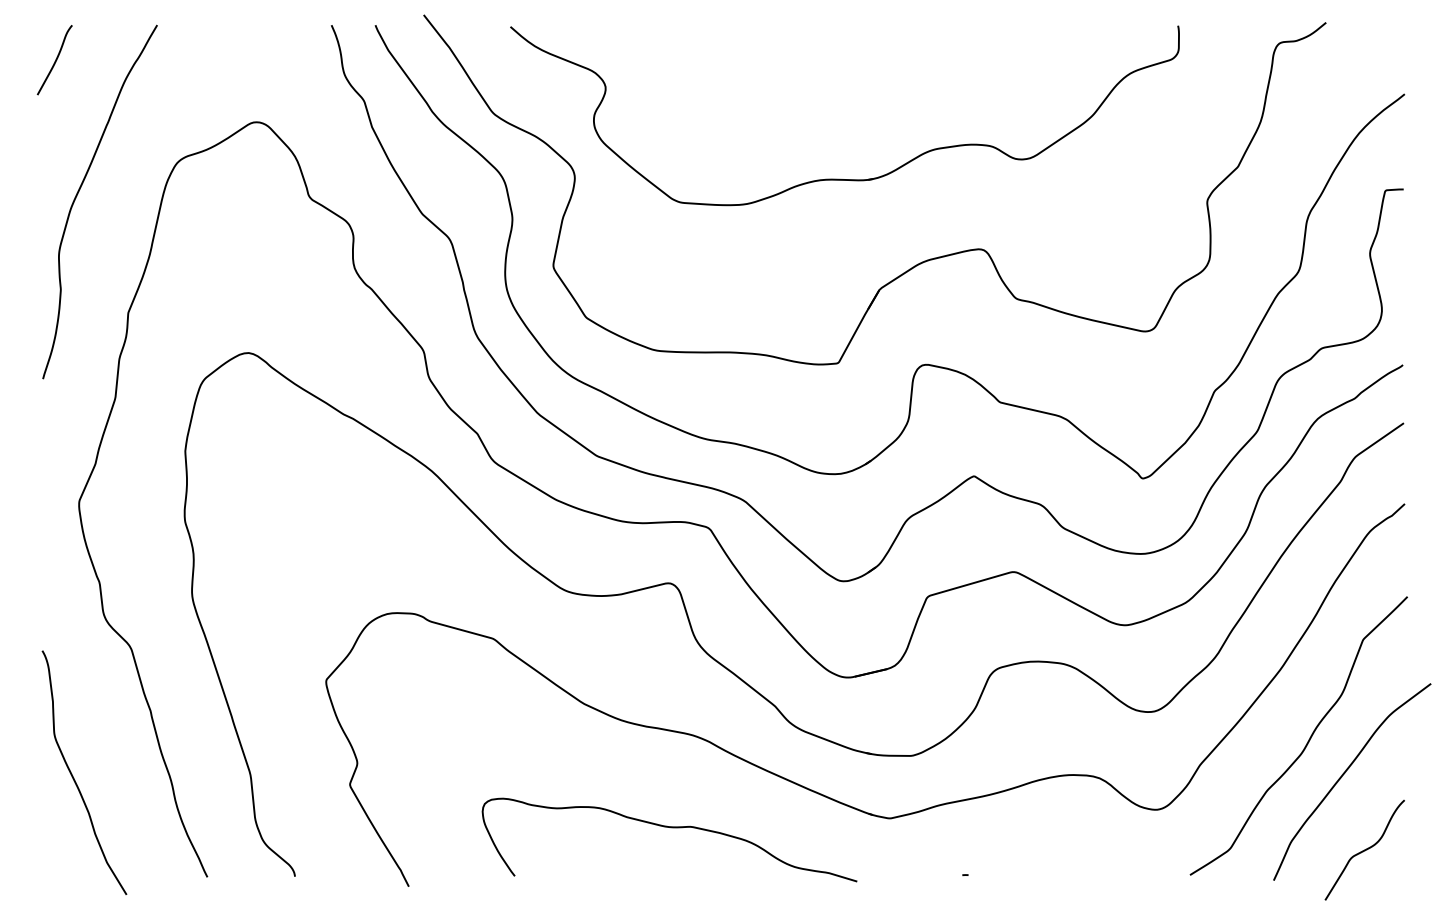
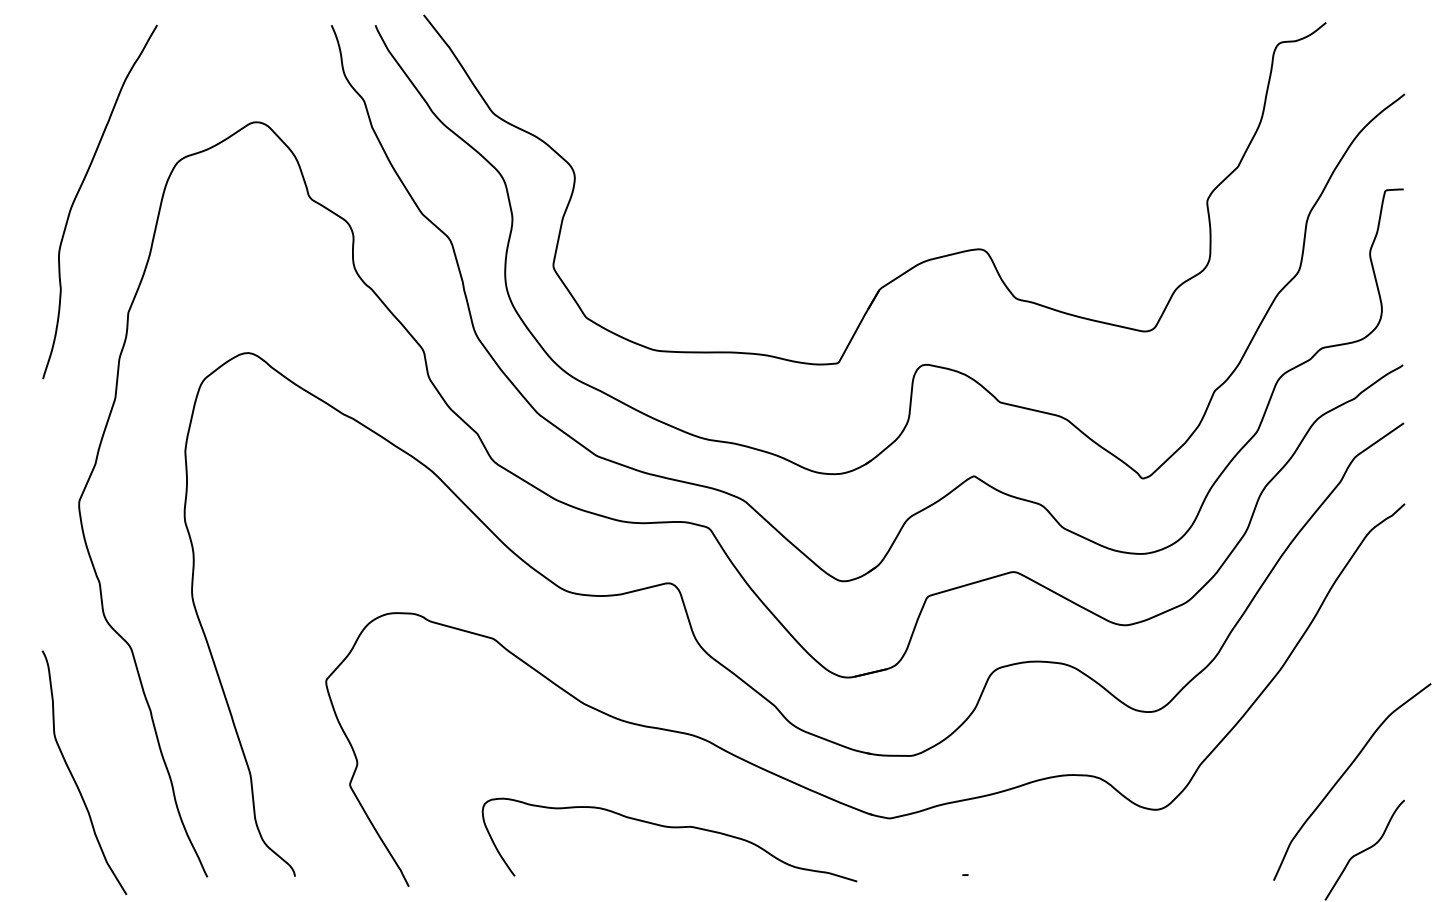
curve at (55, 60): present -> none
part at (840, 178): present -> none
curve at (1308, 739): present -> none
